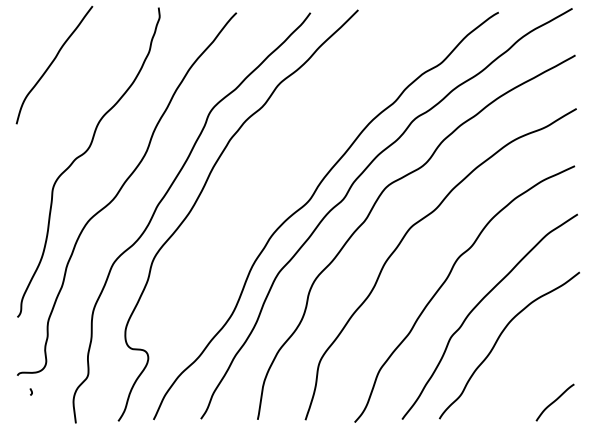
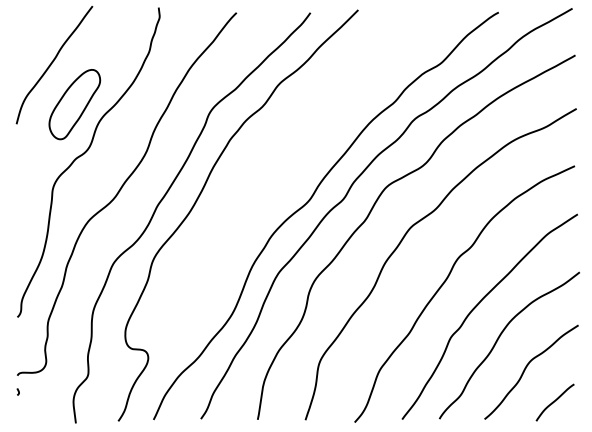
part at (74, 104): none -> present
curve at (526, 368): none -> present
curve at (30, 391) position: (30, 391) -> (17, 391)
